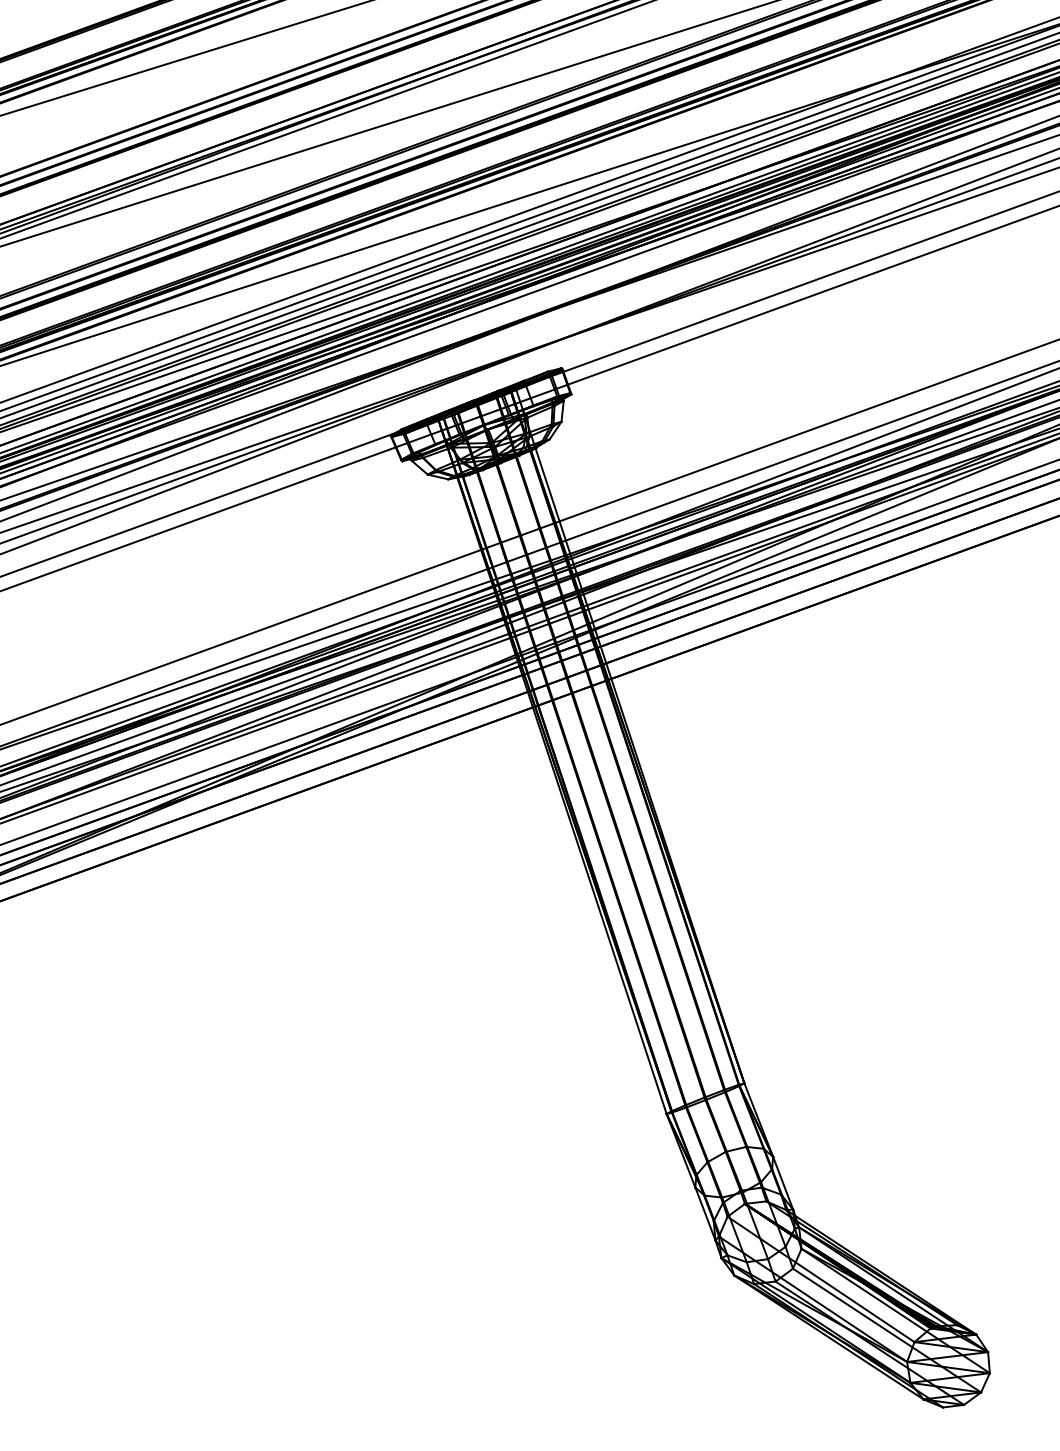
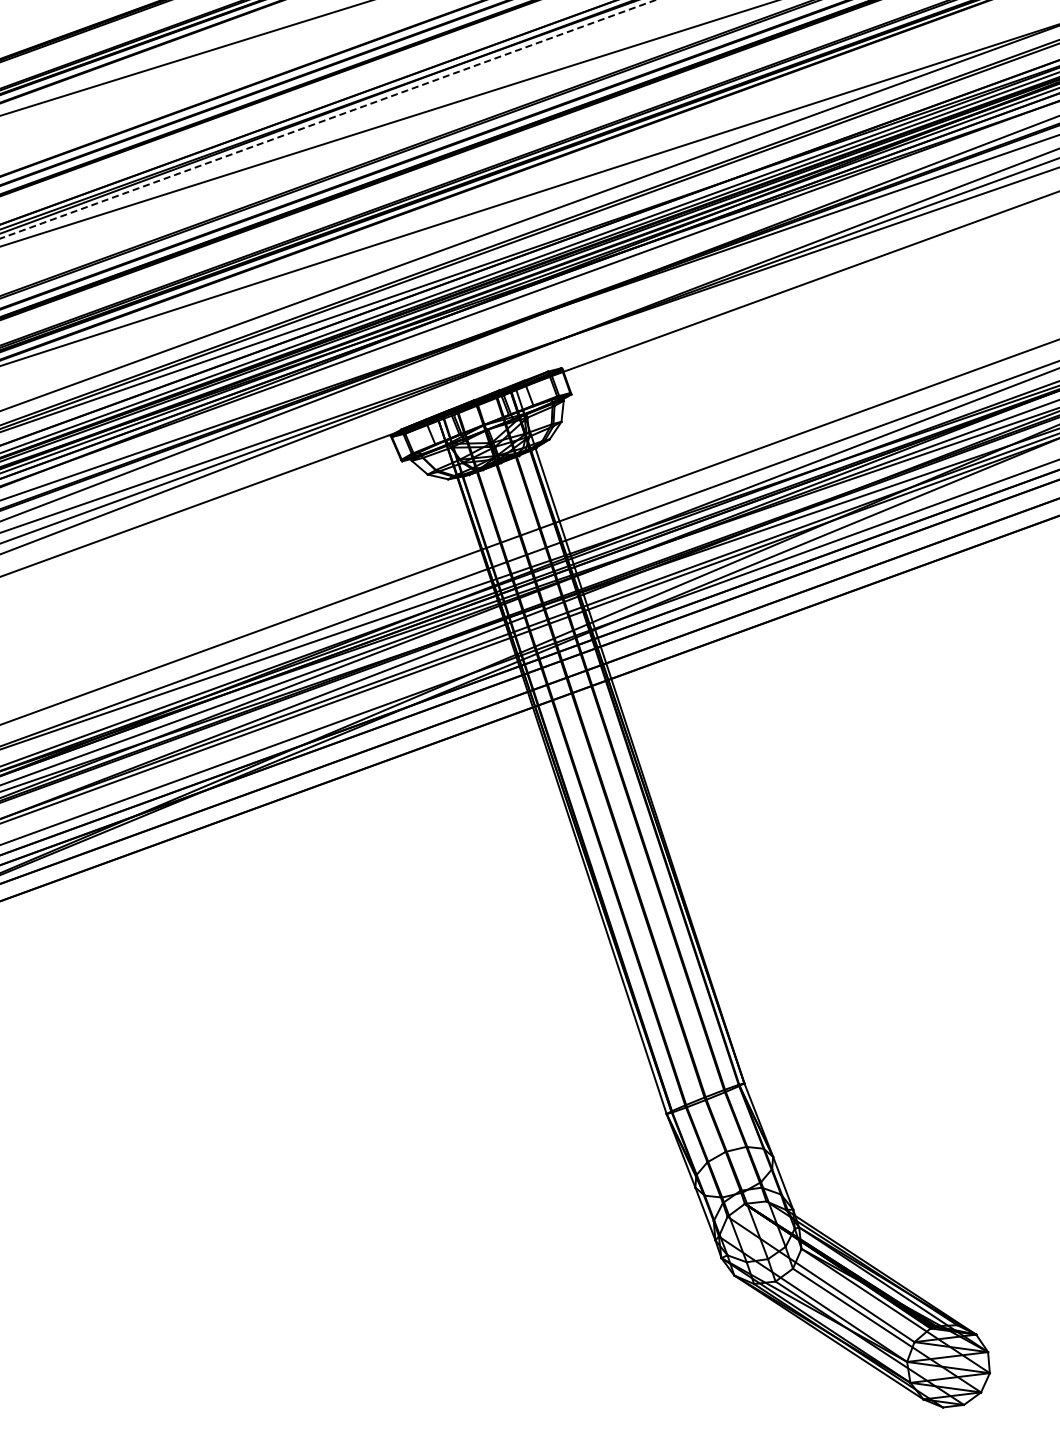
line at (327, 119): solid -> dashed
line at (529, 210): present -> none
line at (529, 225): present -> none
line at (529, 398): present -> none
